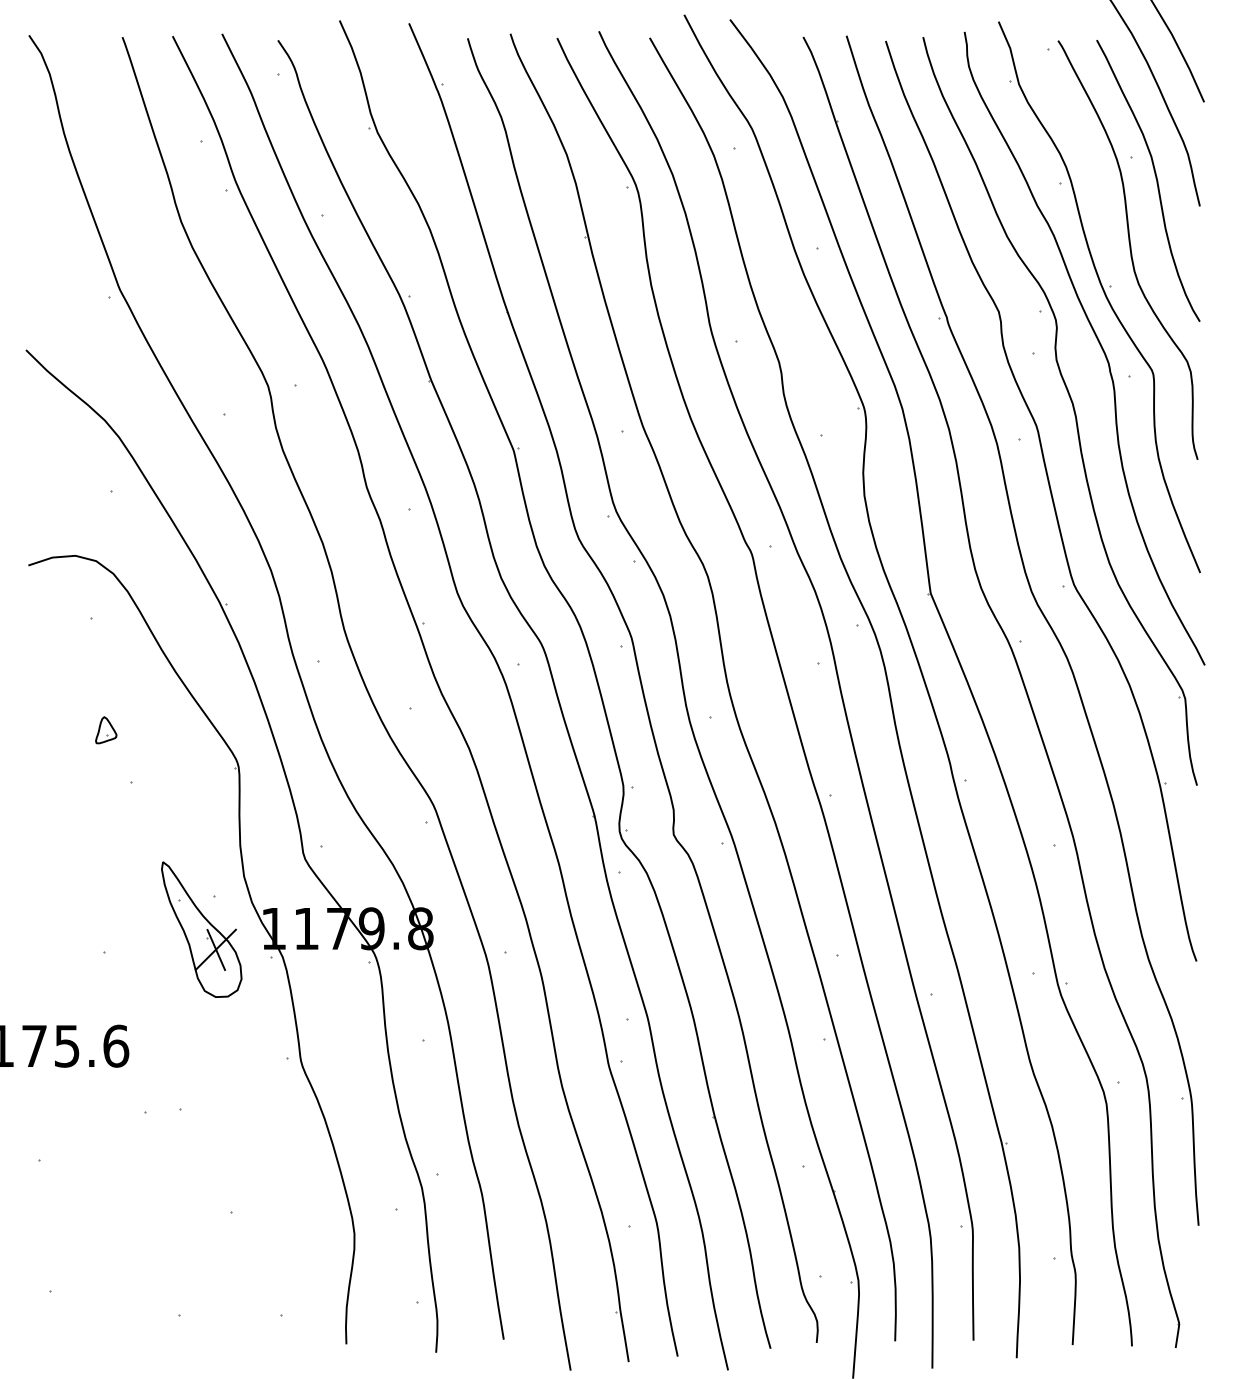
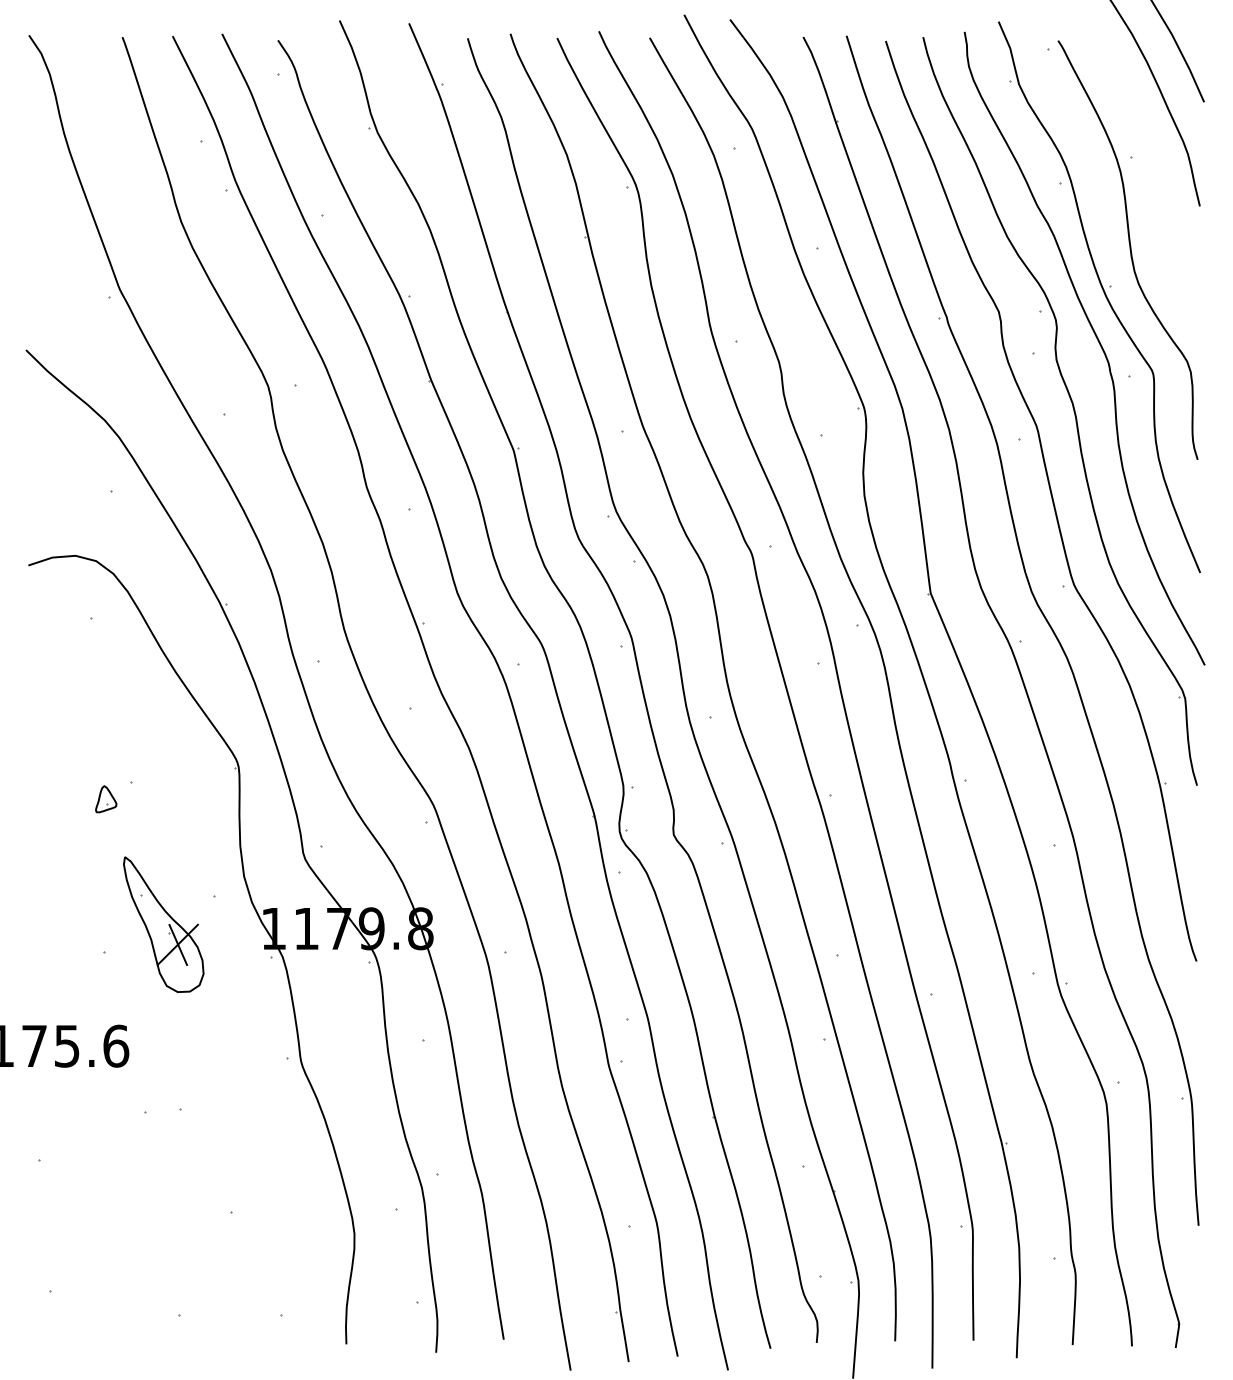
curve at (1155, 178): present -> none
part at (106, 730) position: (106, 730) -> (106, 799)
part at (201, 929) position: (201, 929) -> (163, 924)
